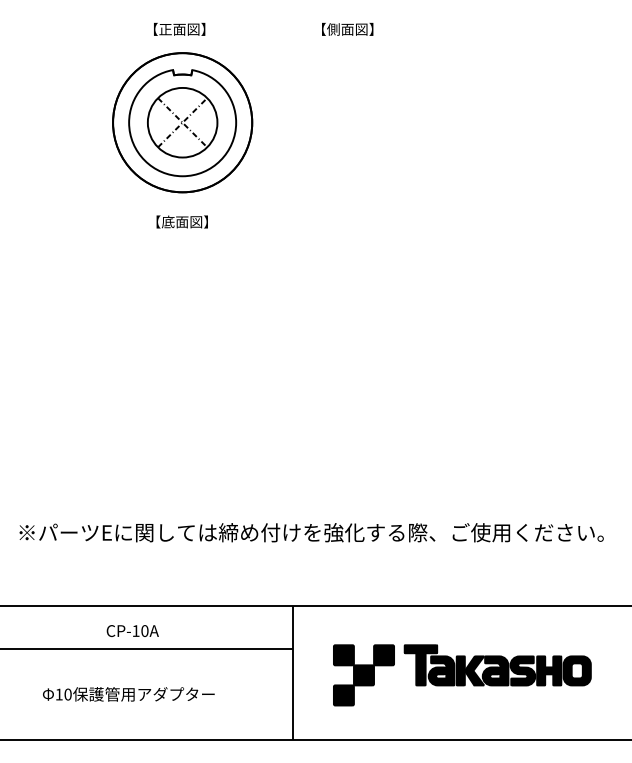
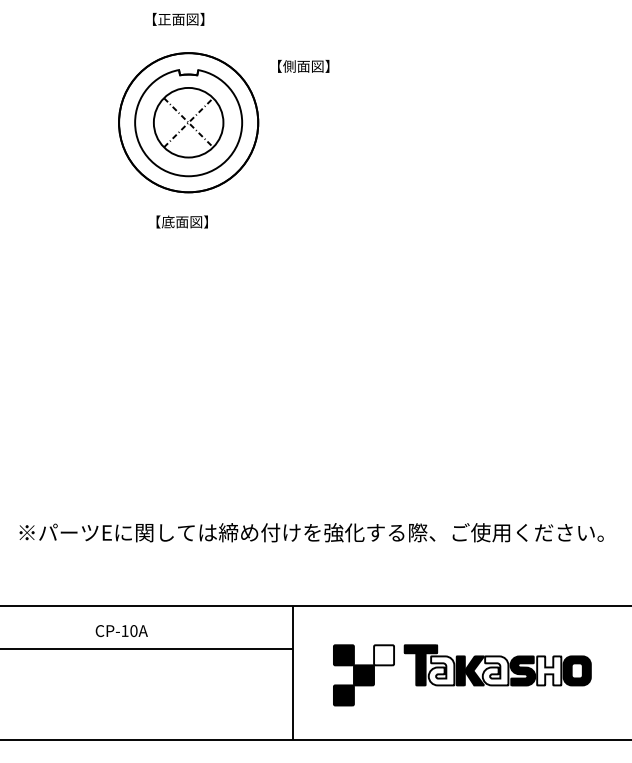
text at (179, 28) position: (179, 28) -> (178, 18)
text at (347, 28) position: (347, 28) -> (303, 65)
part at (182, 122) position: (182, 122) -> (188, 122)
part at (132, 630) position: (132, 630) -> (121, 630)
fill at (384, 655): present -> none
fill at (441, 670): present -> none
fill at (495, 670): present -> none
fill at (549, 670): present -> none
part at (128, 694): present -> none
